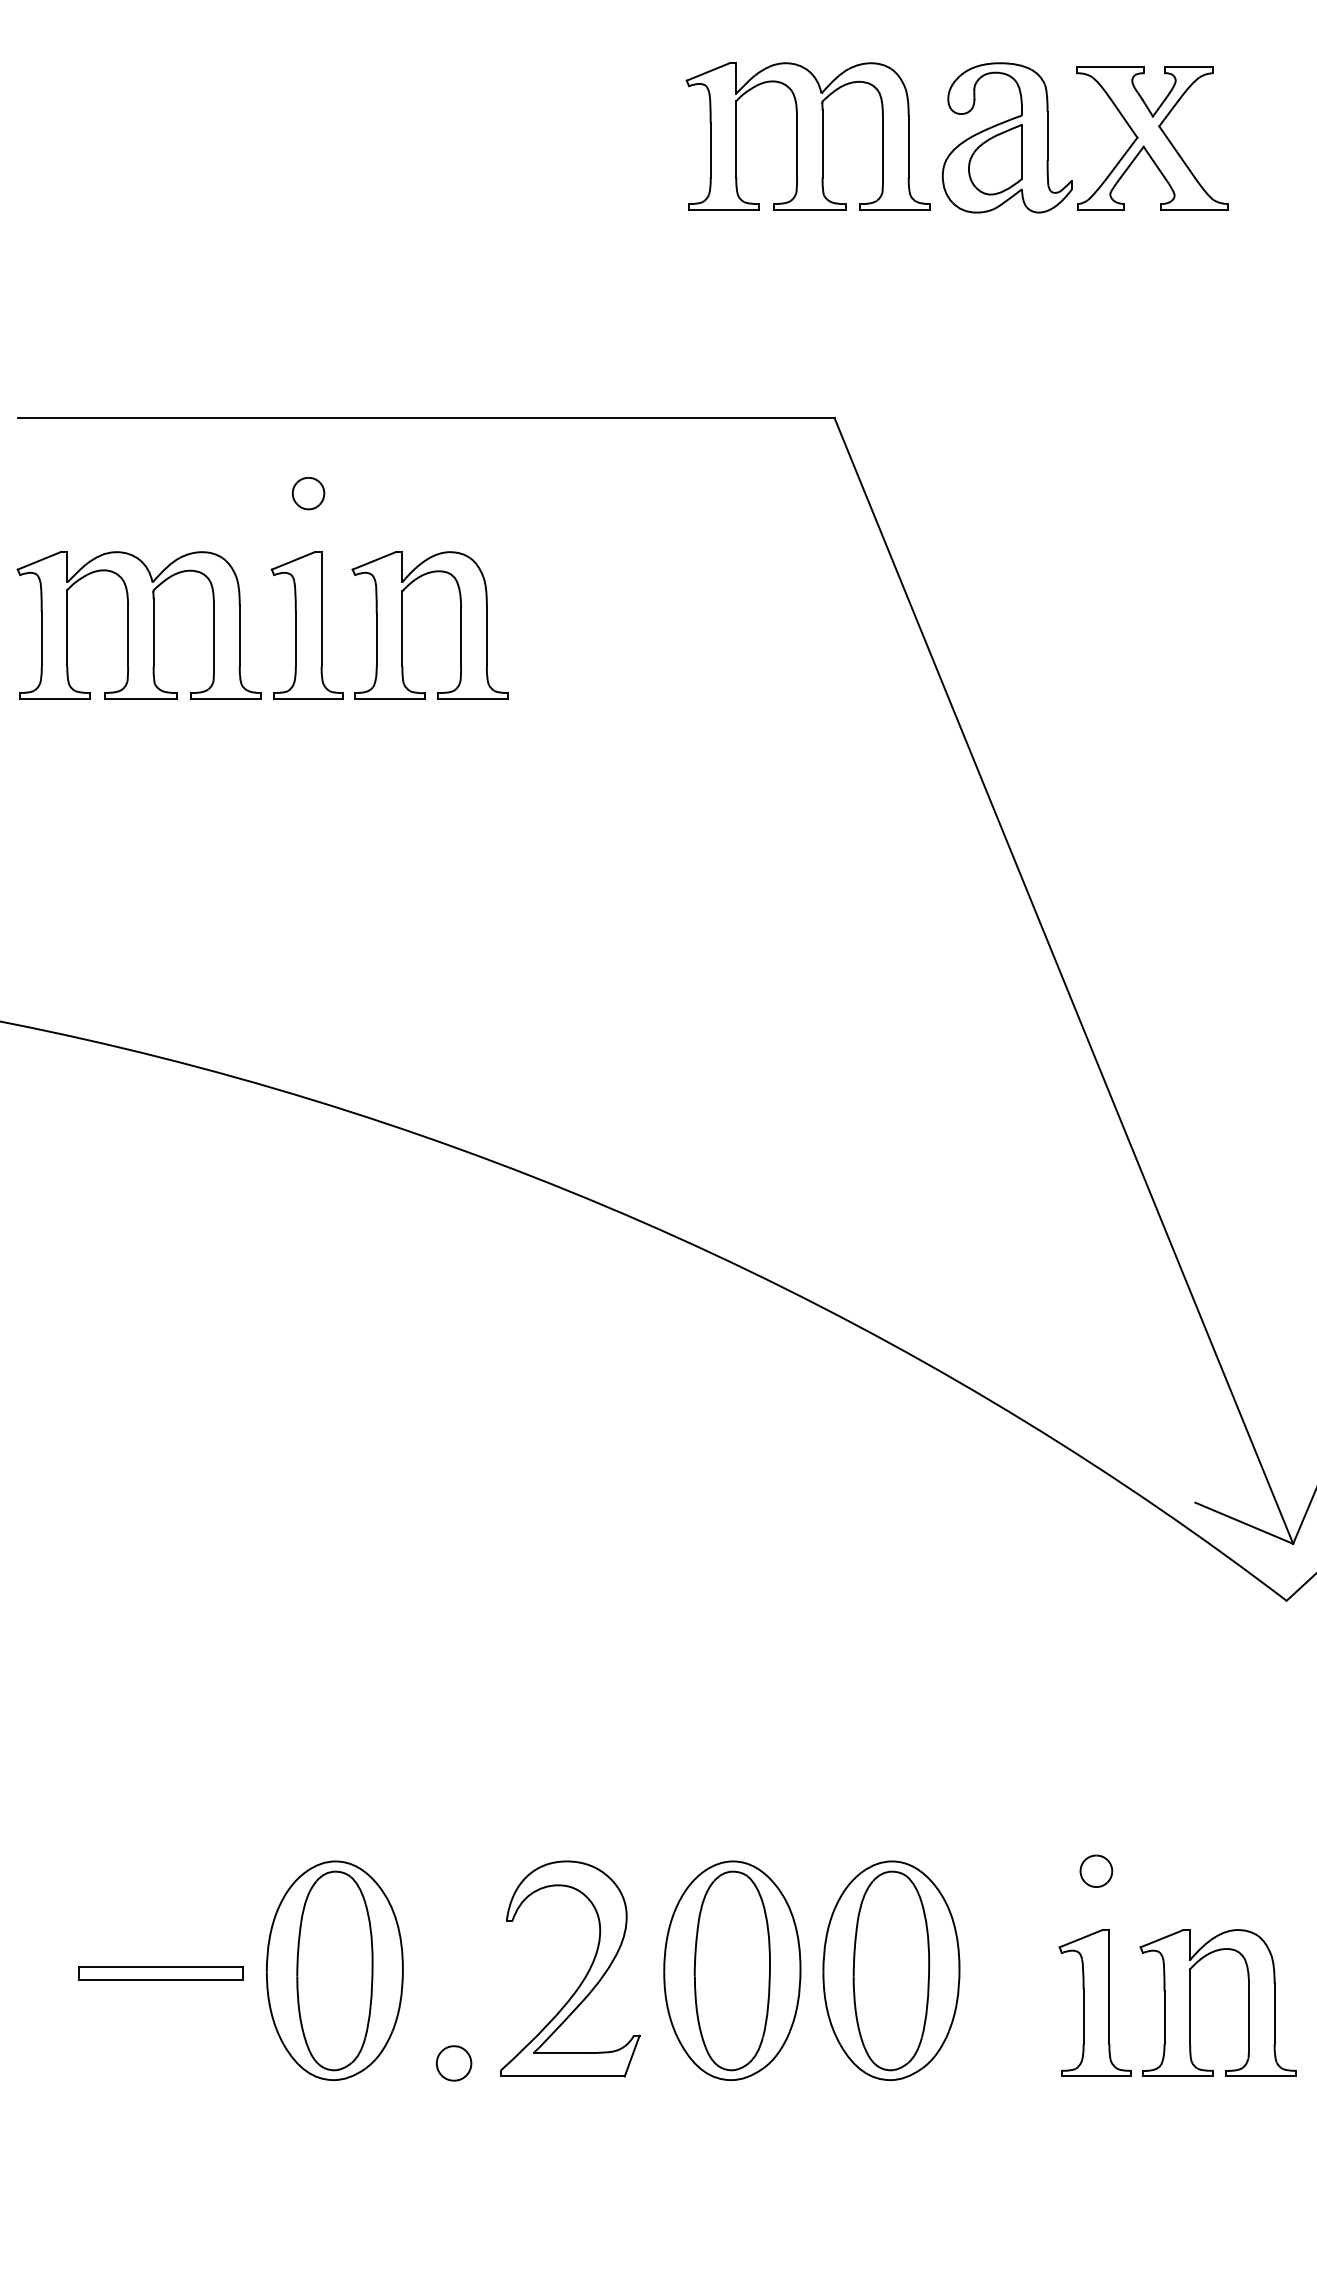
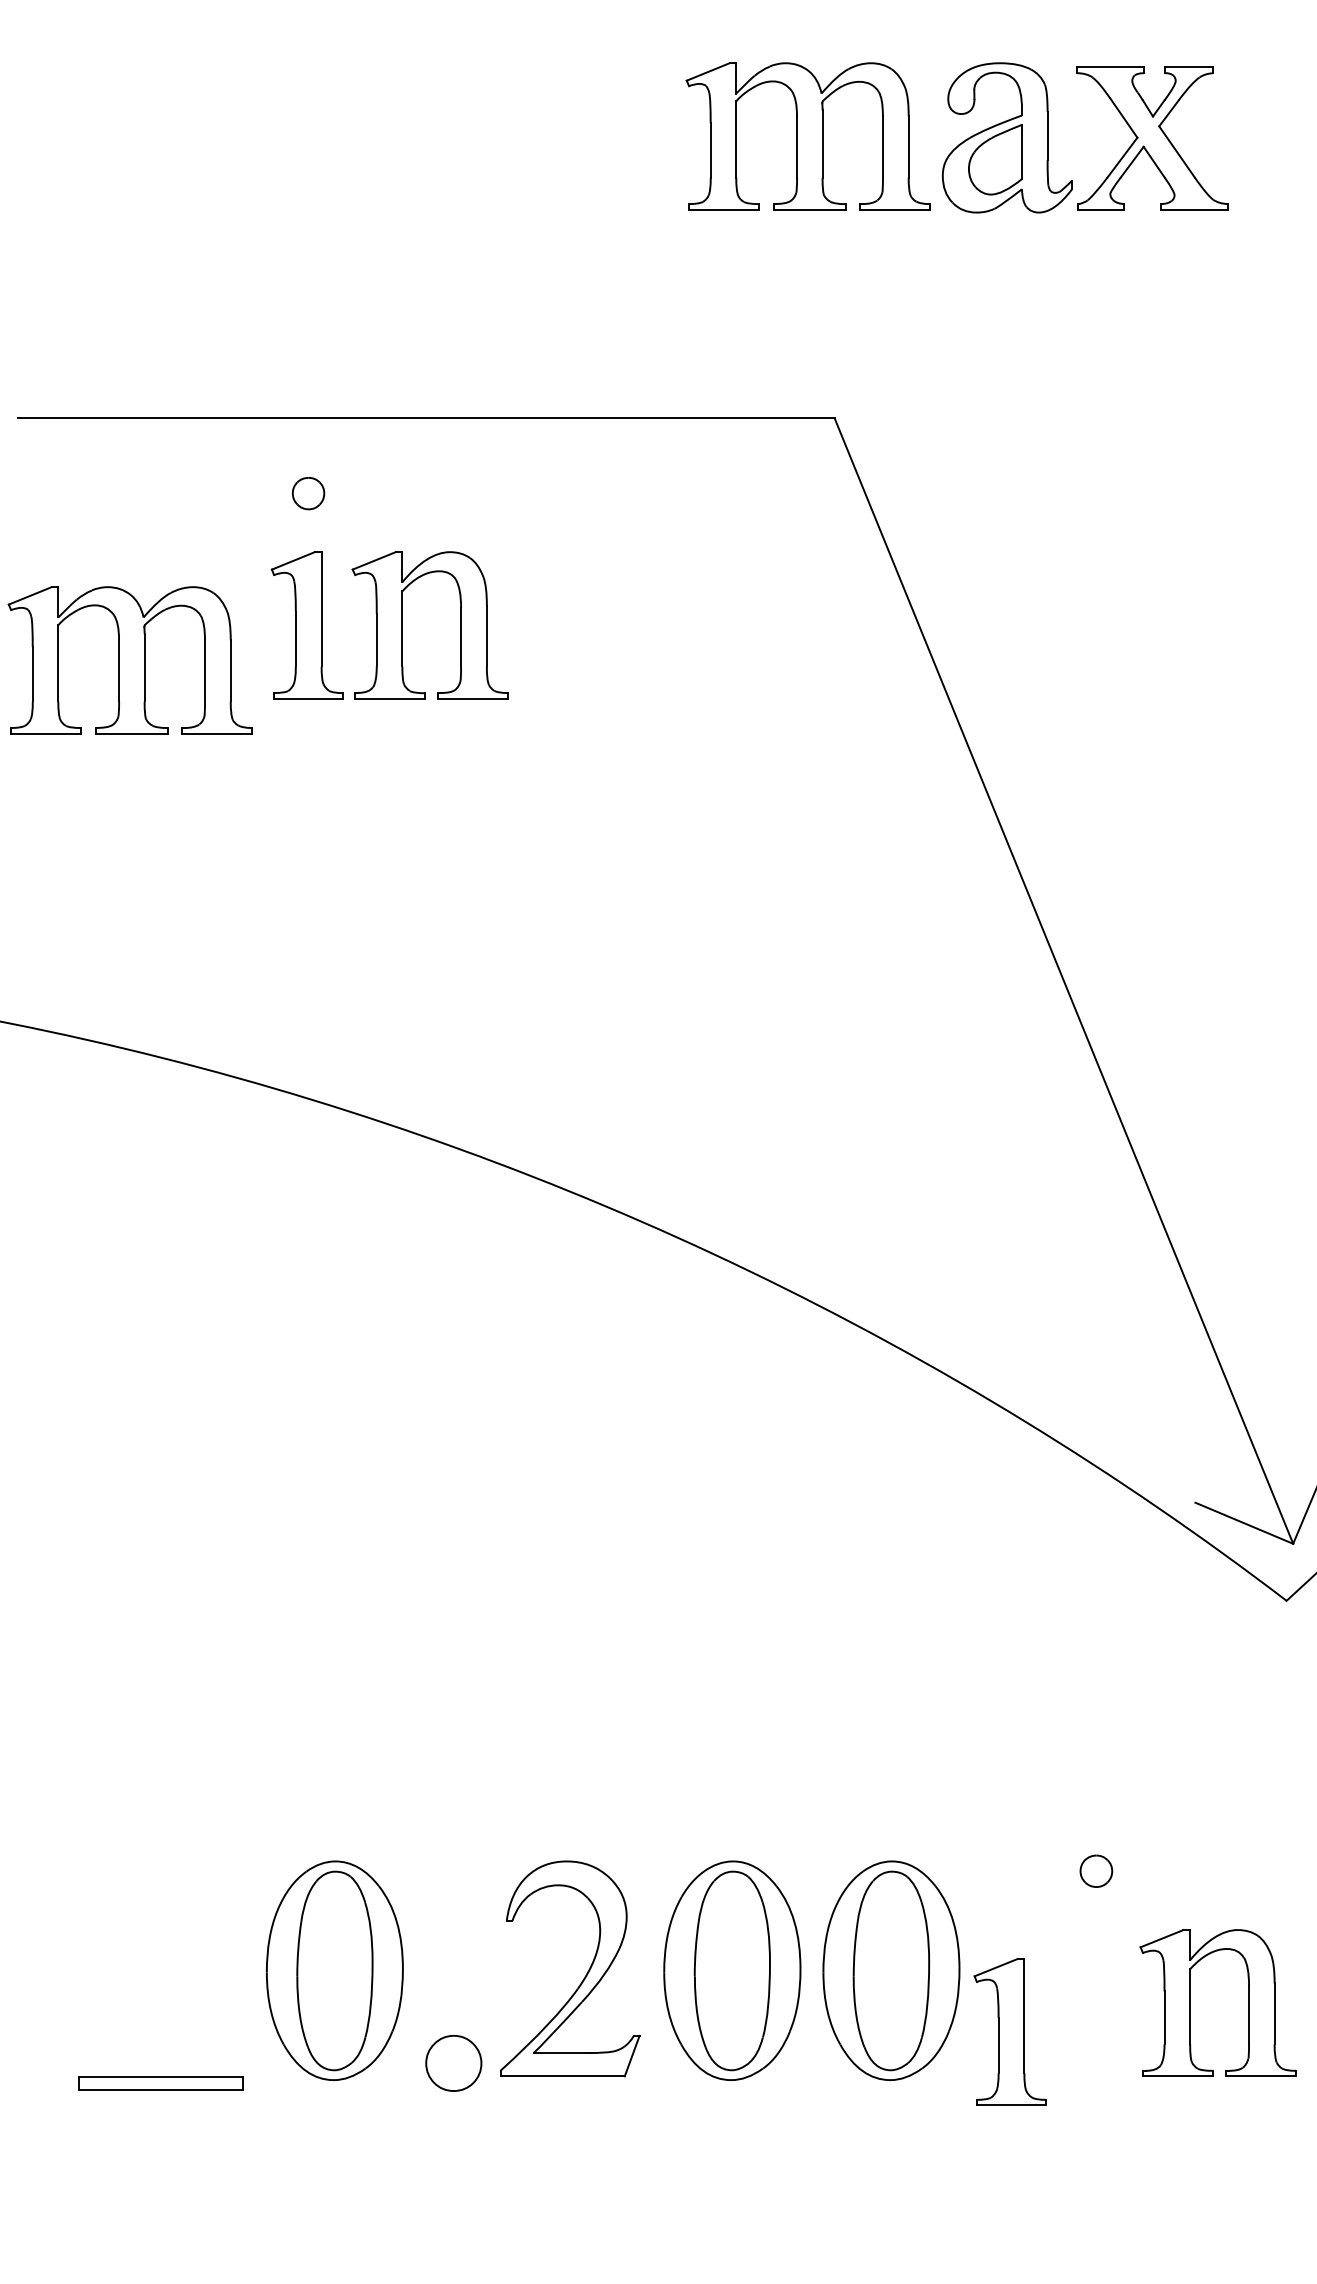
part at (138, 625) position: (138, 625) -> (129, 660)
part at (160, 1973) position: (160, 1973) -> (160, 2083)
part at (1094, 2002) position: (1094, 2002) -> (1009, 2031)
part at (454, 2063) size: 37x37 px -> 58x57 px
